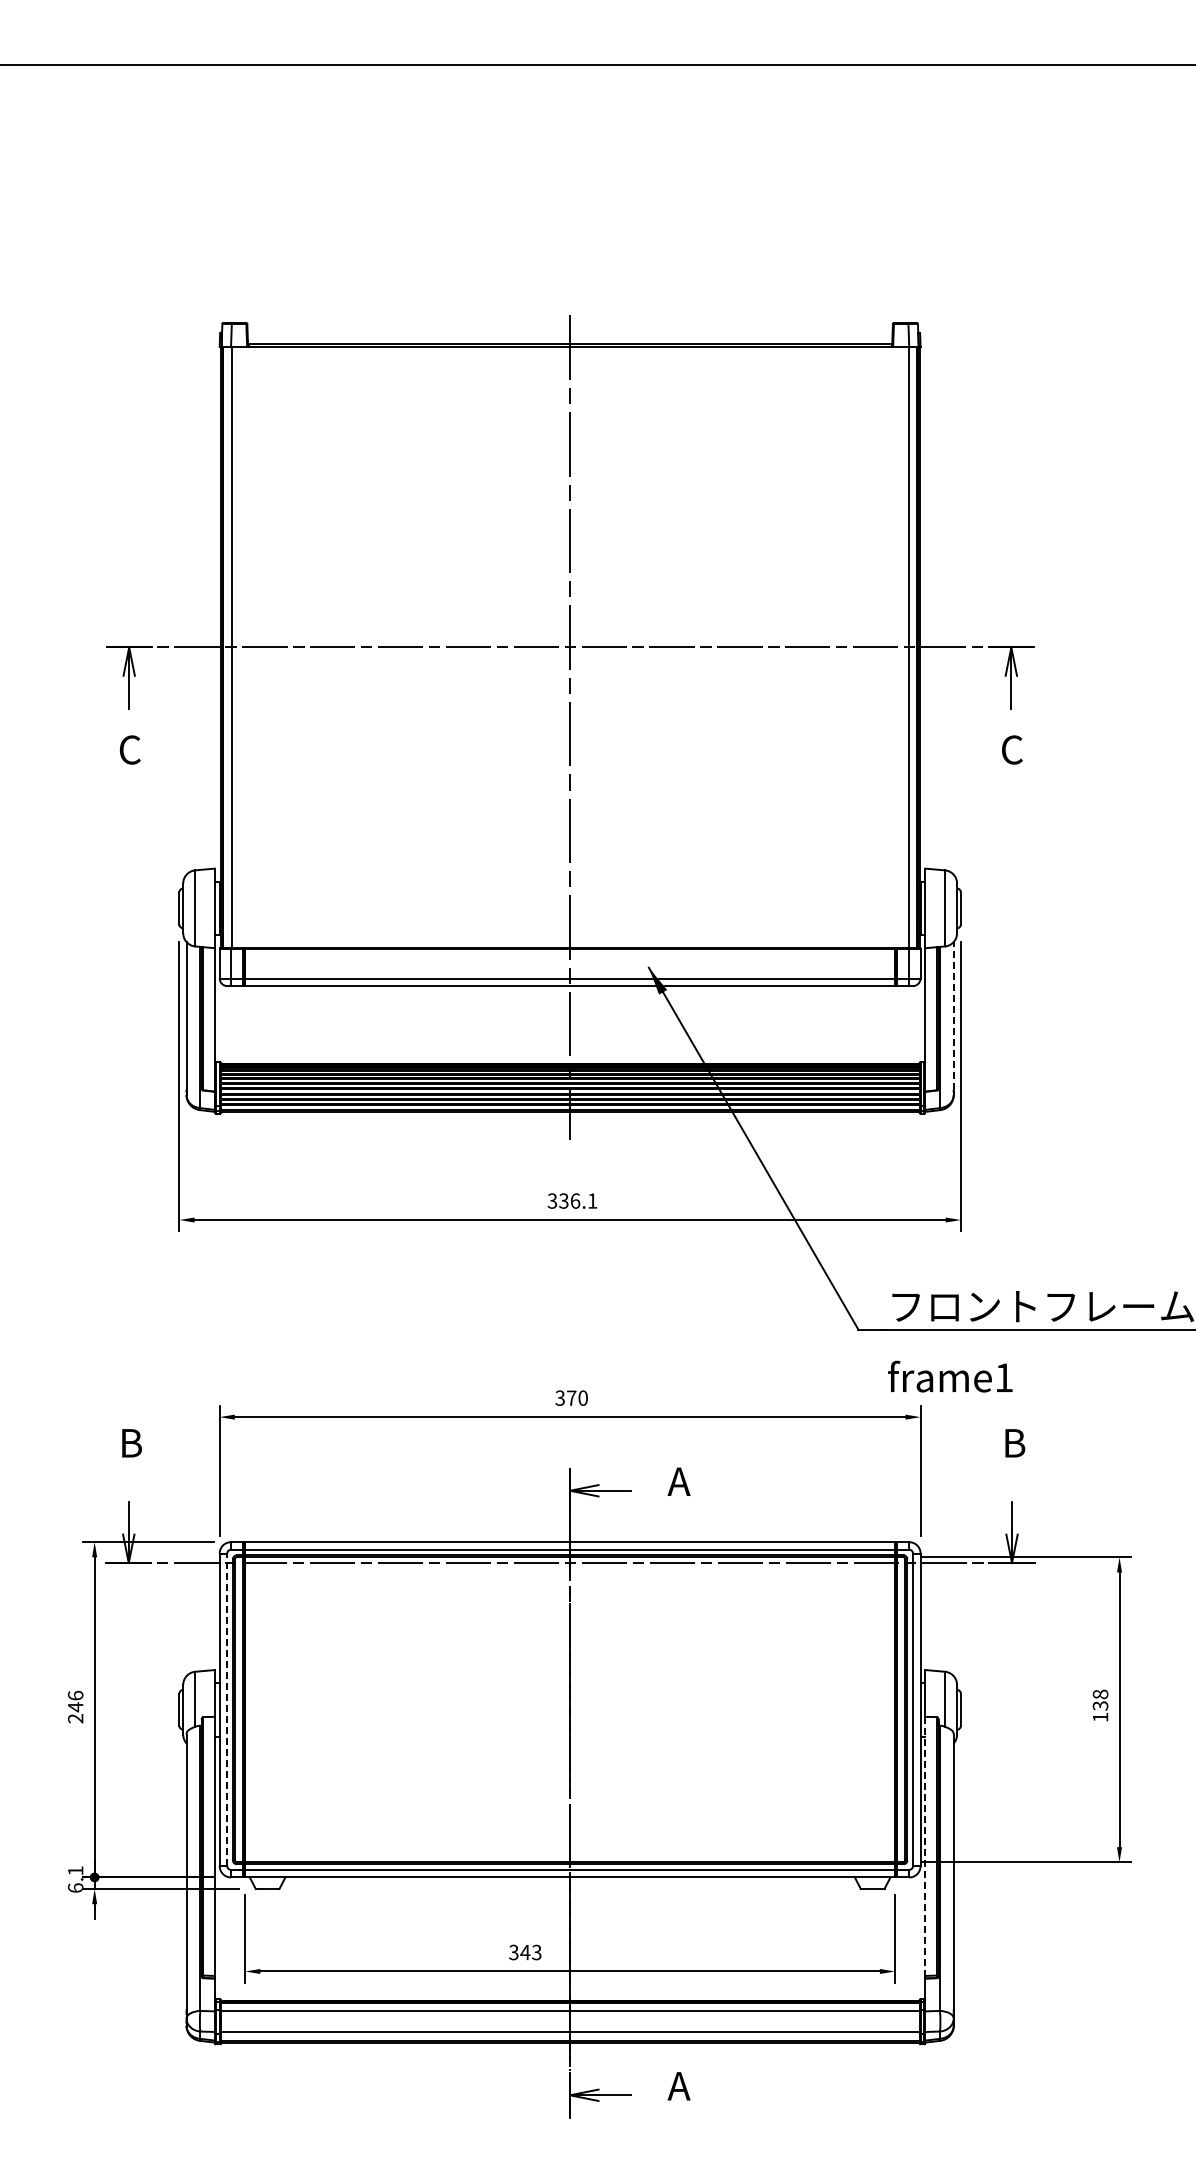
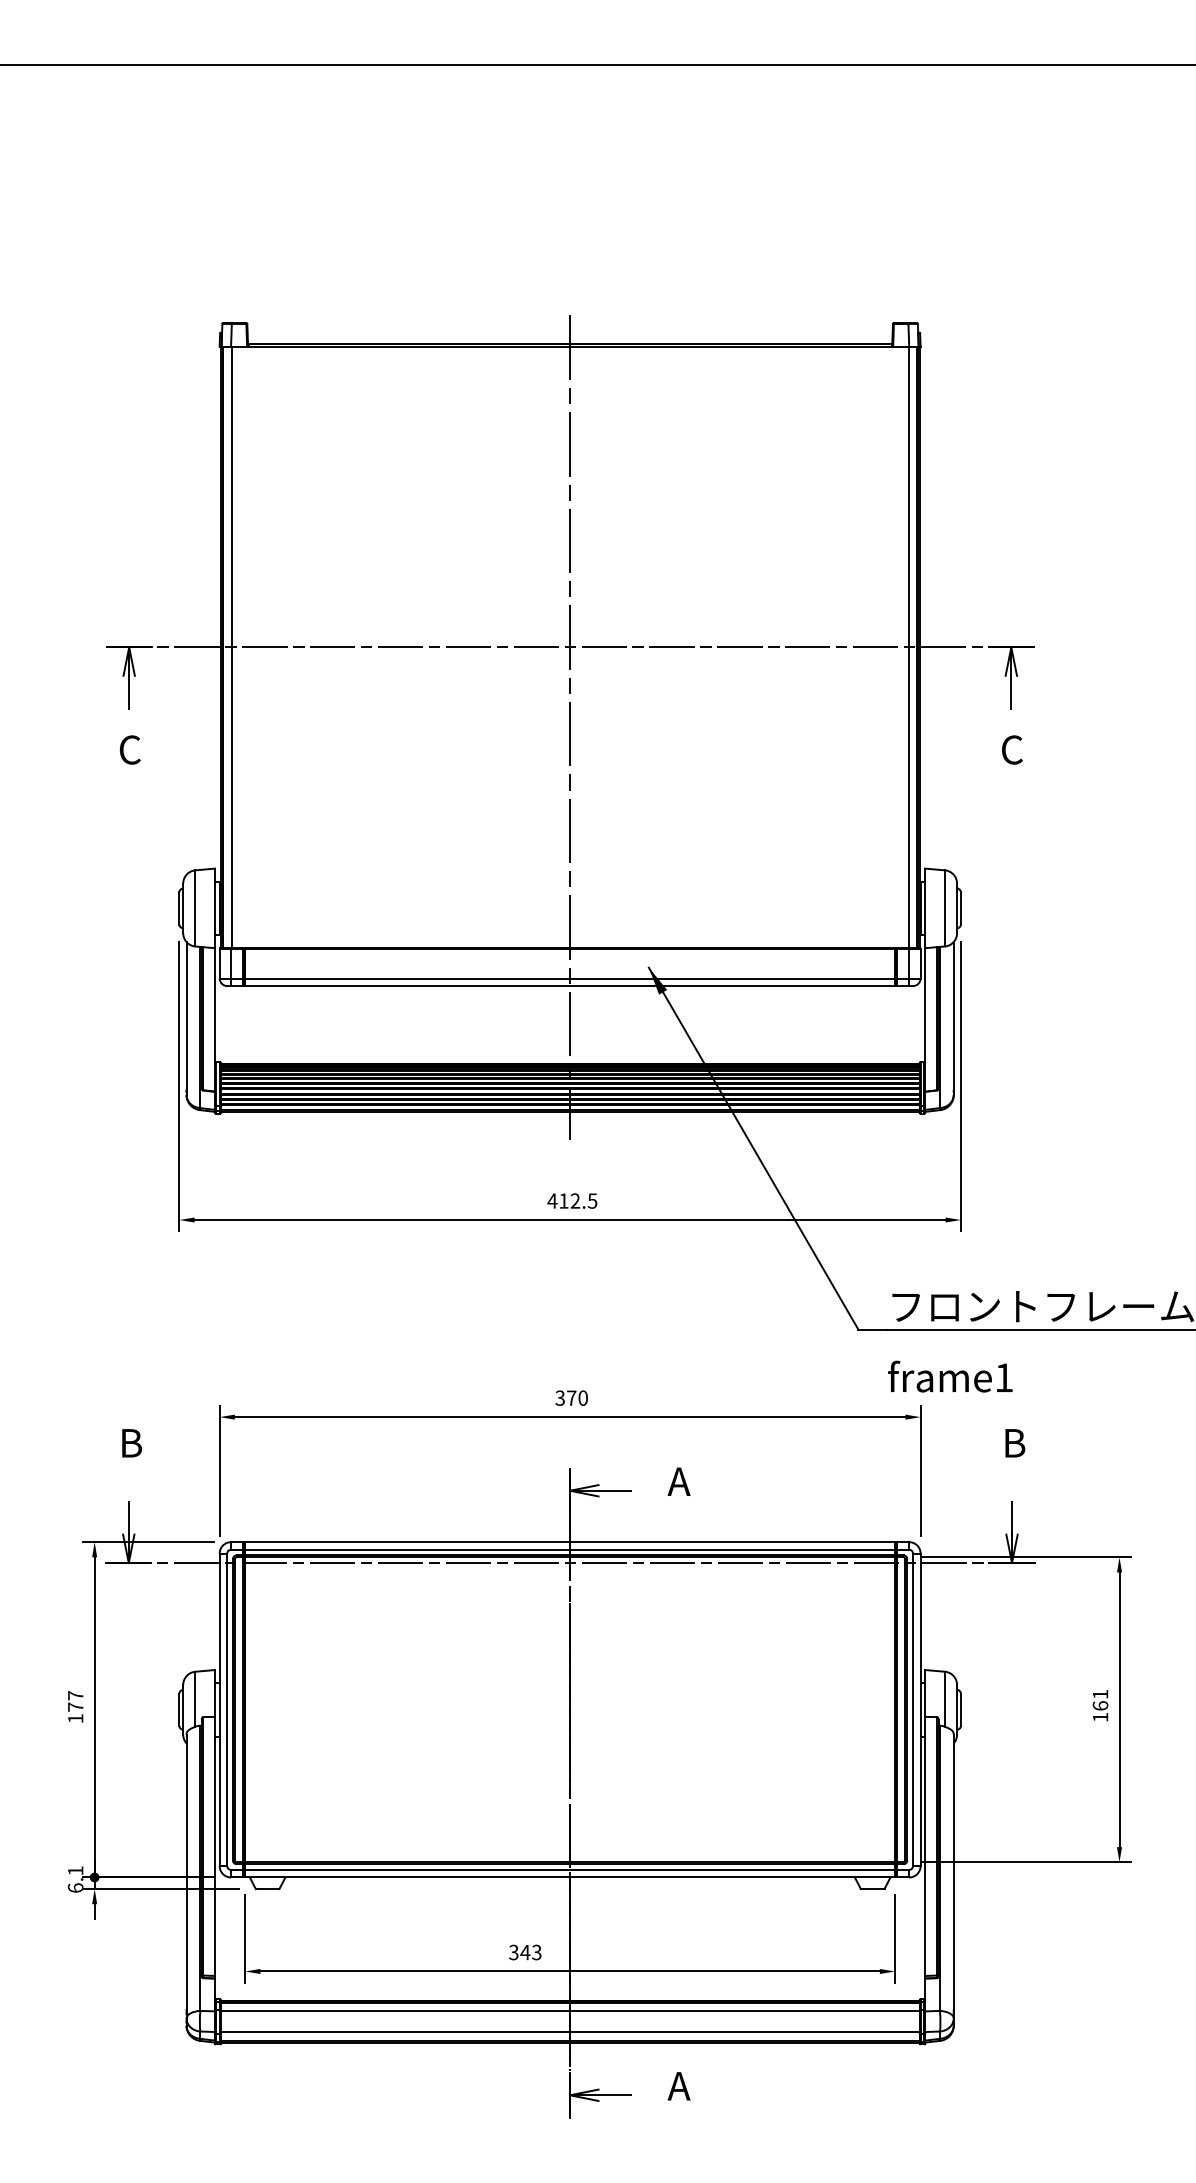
line at (953, 1015): dashed -> solid
text at (572, 1200): 336.1 -> 412.5
text at (1100, 1699): 138 -> 161
text at (75, 1706): 246 -> 177
line at (227, 1709): dashed -> solid
line at (925, 1846): dashed -> solid
